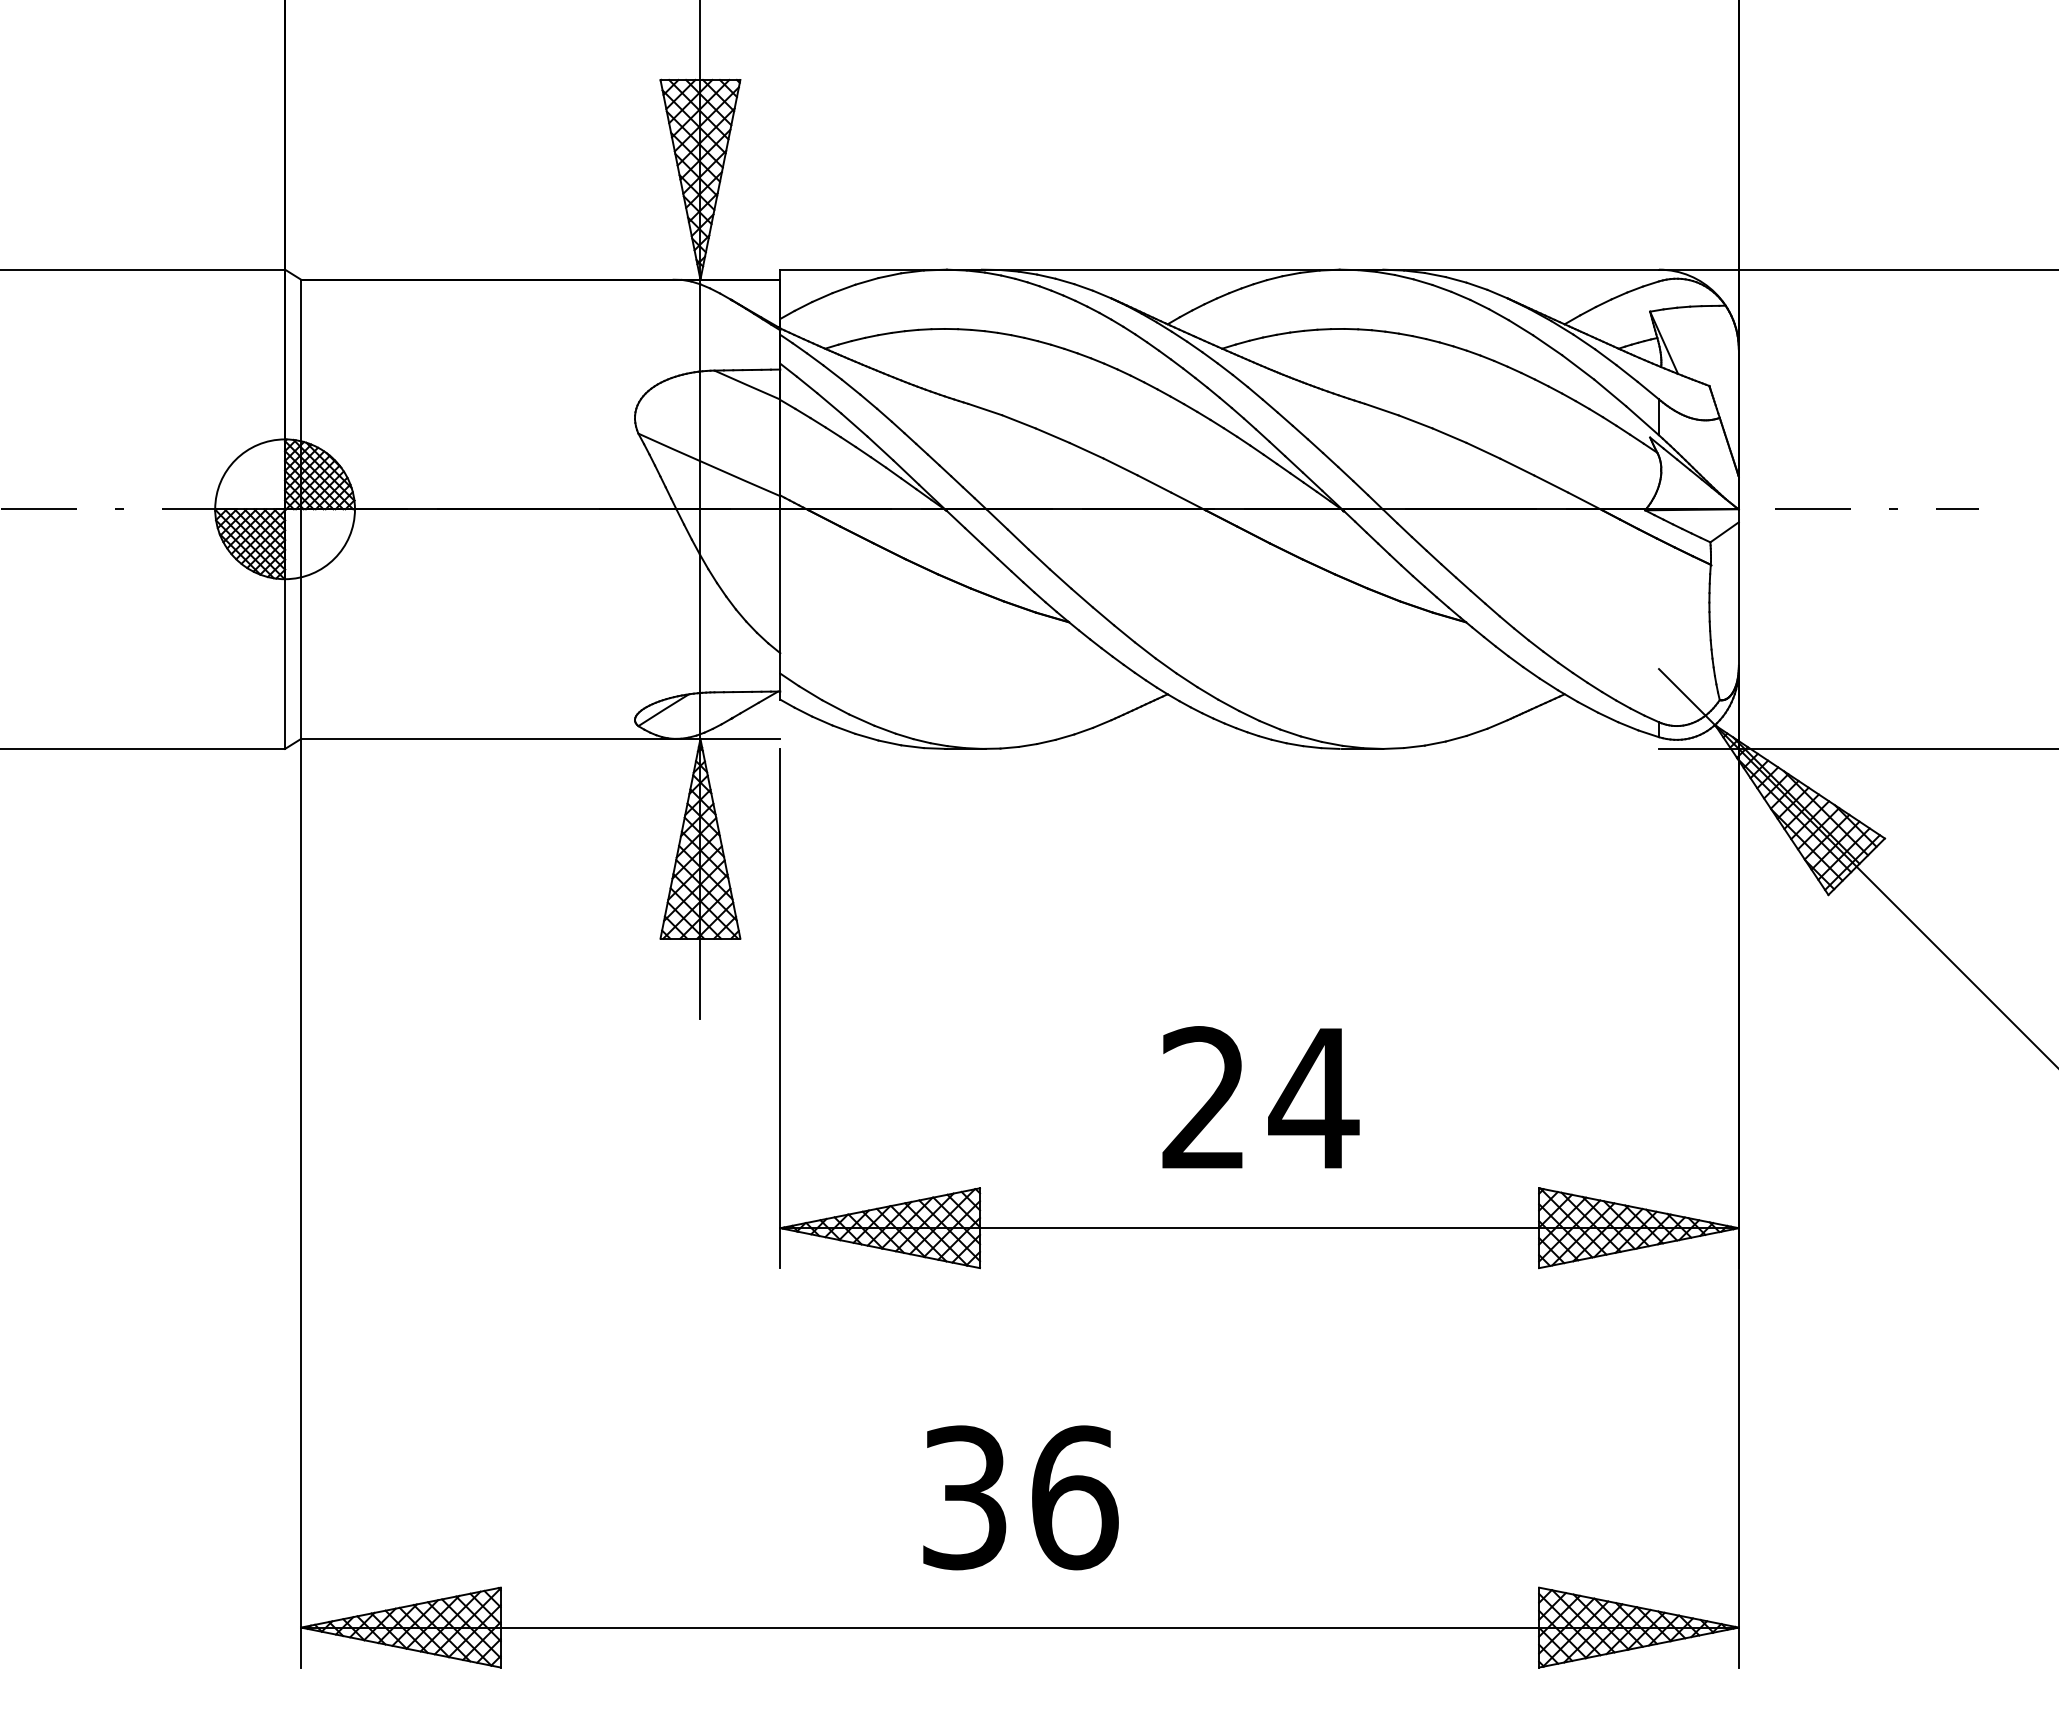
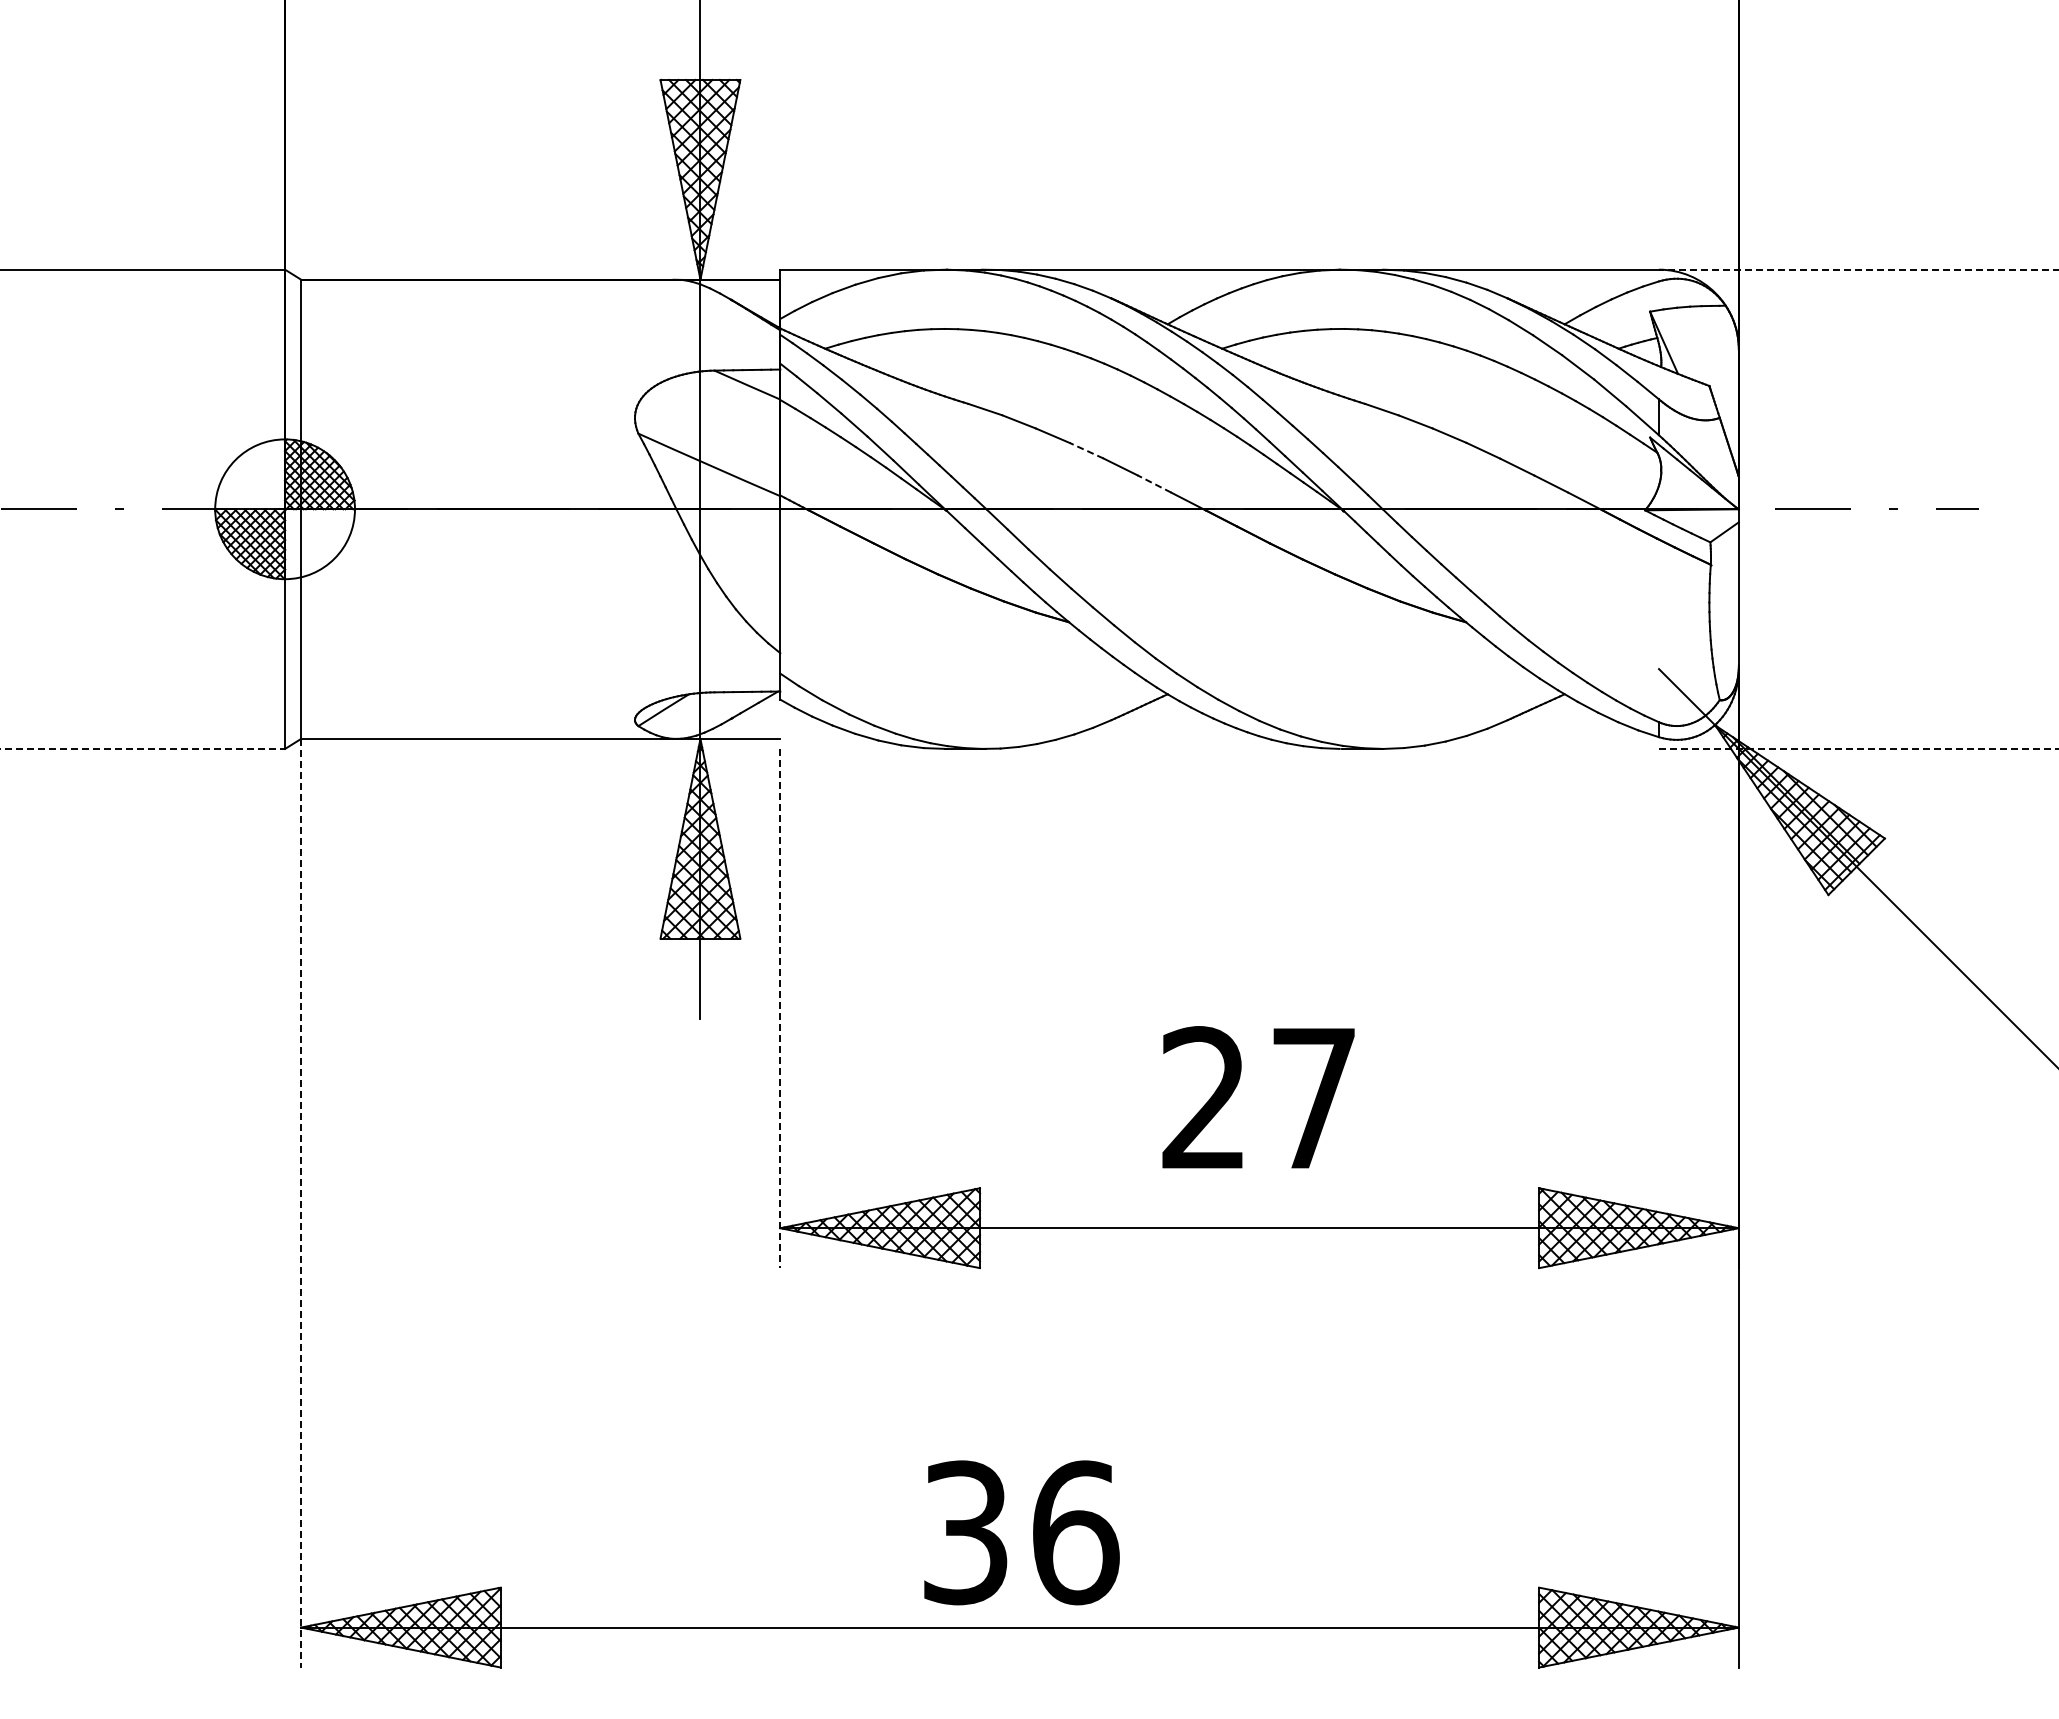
line at (1858, 269): solid -> dashed
line at (1086, 450): solid -> dashed
line at (1153, 483): solid -> dashed
line at (143, 748): solid -> dashed
line at (1858, 748): solid -> dashed
line at (780, 1008): solid -> dashed
text at (1313, 1098): 24 -> 27
line at (301, 1203): solid -> dashed
text at (1020, 1497) position: (1020, 1497) -> (1021, 1532)
